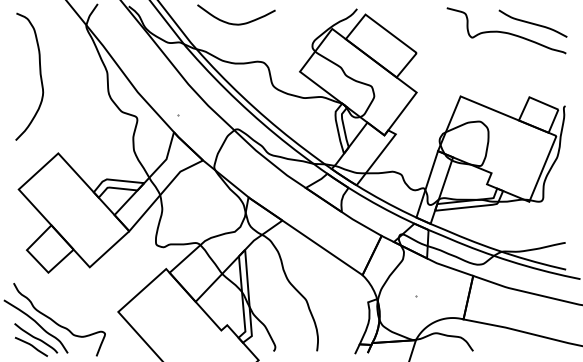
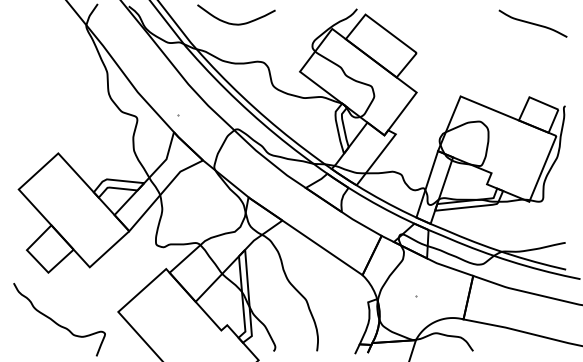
curve at (505, 31): present -> none
curve at (39, 74): present -> none
part at (35, 327): present -> none
